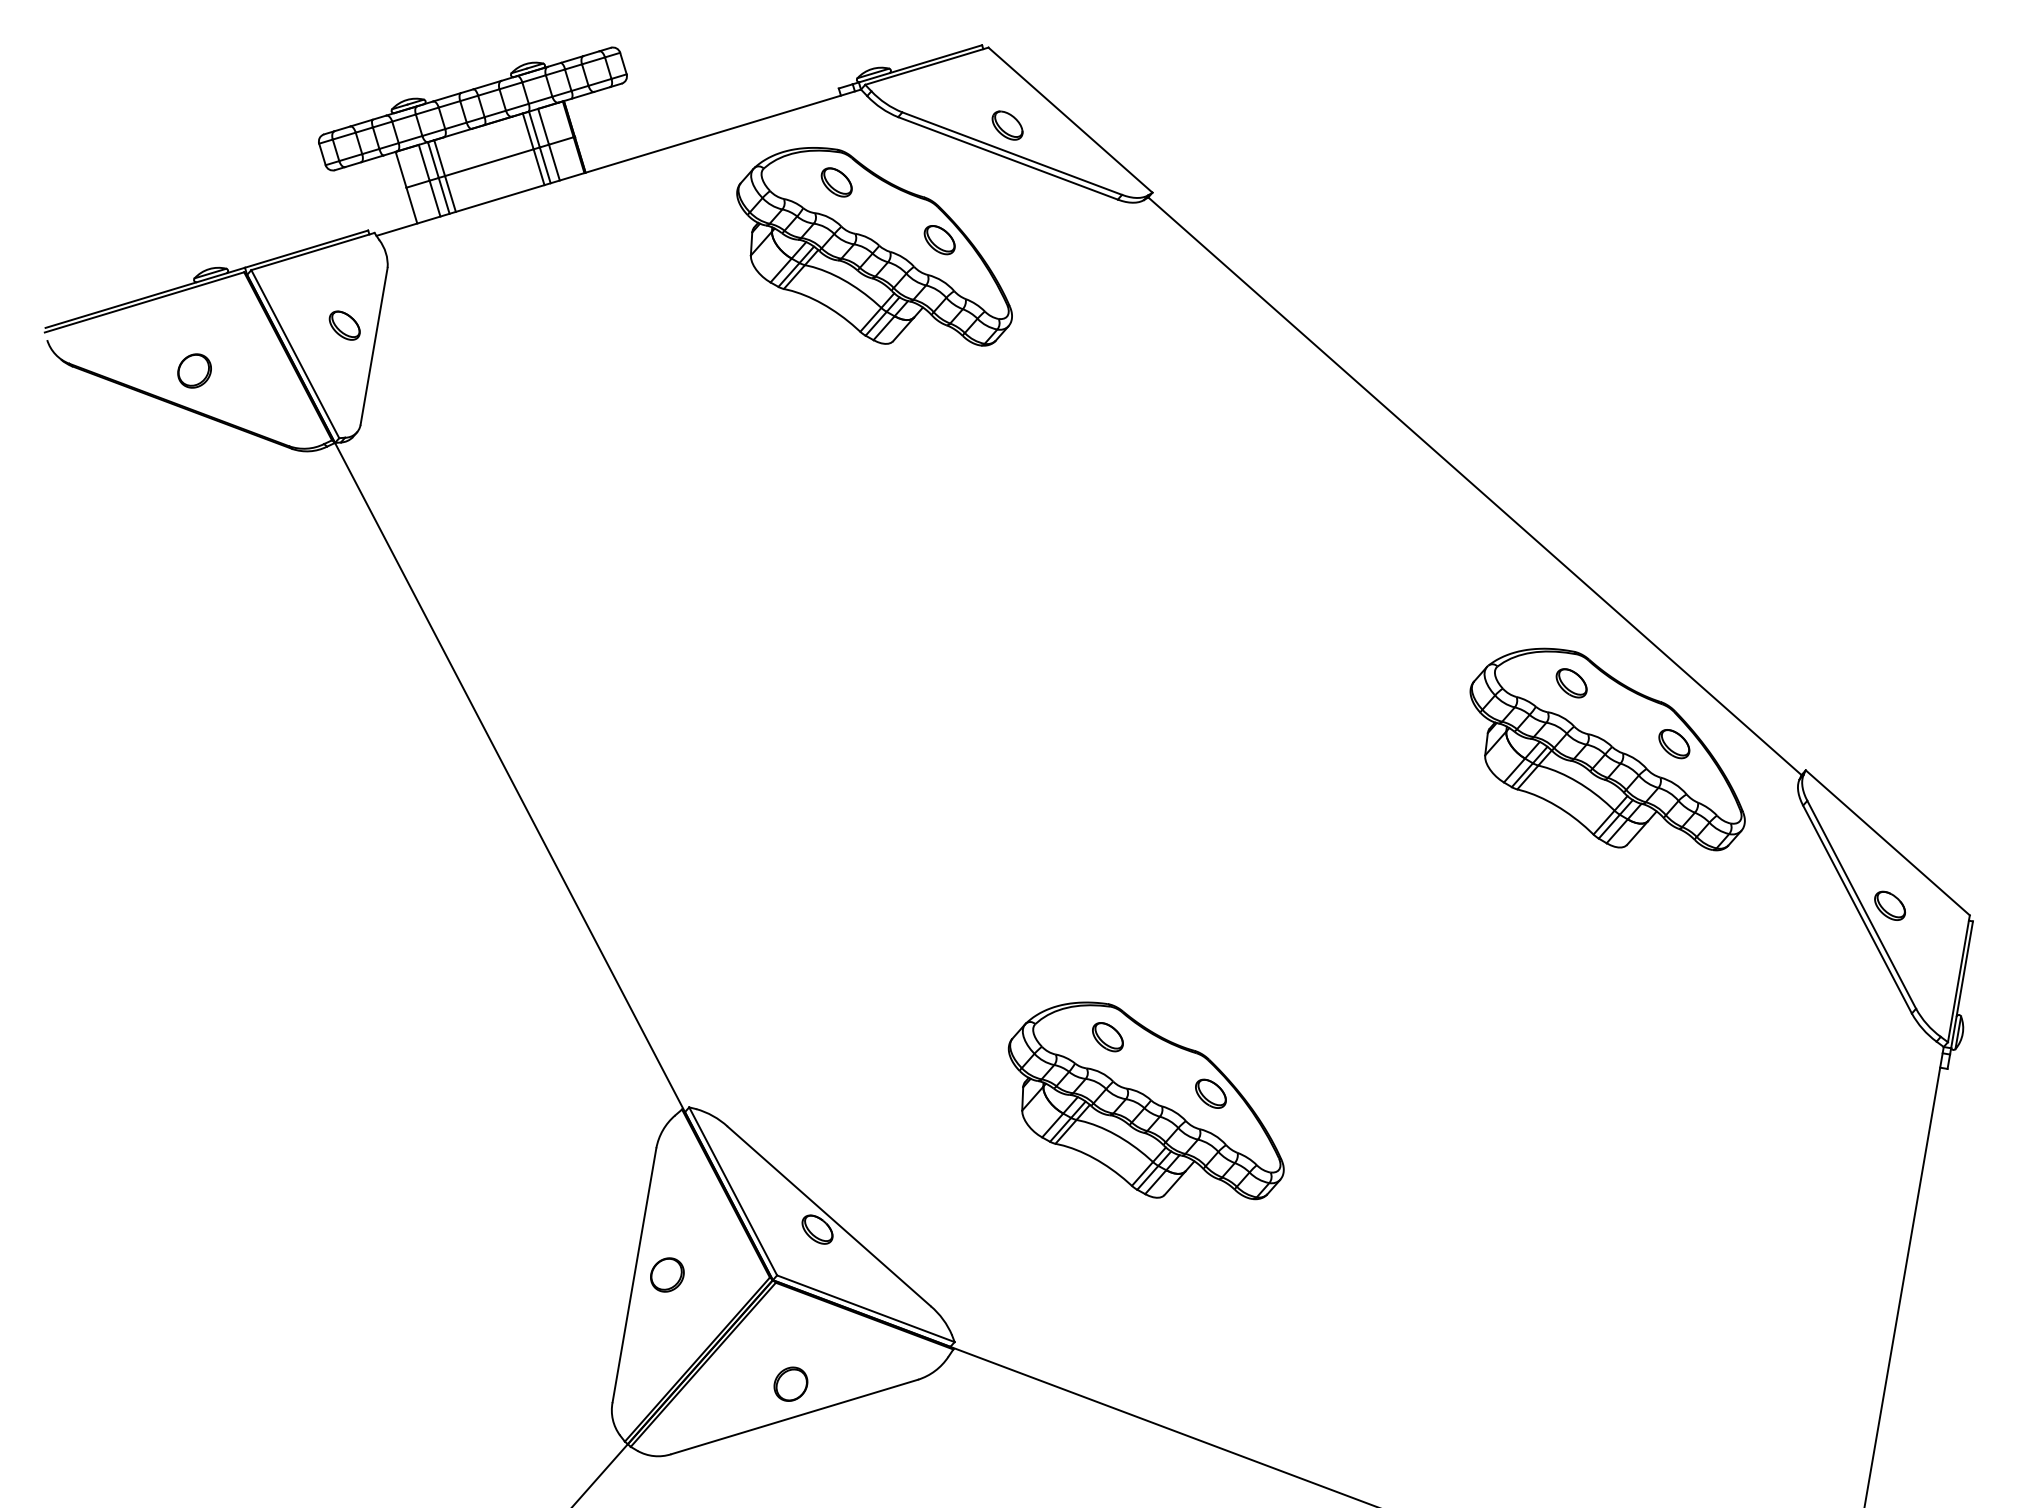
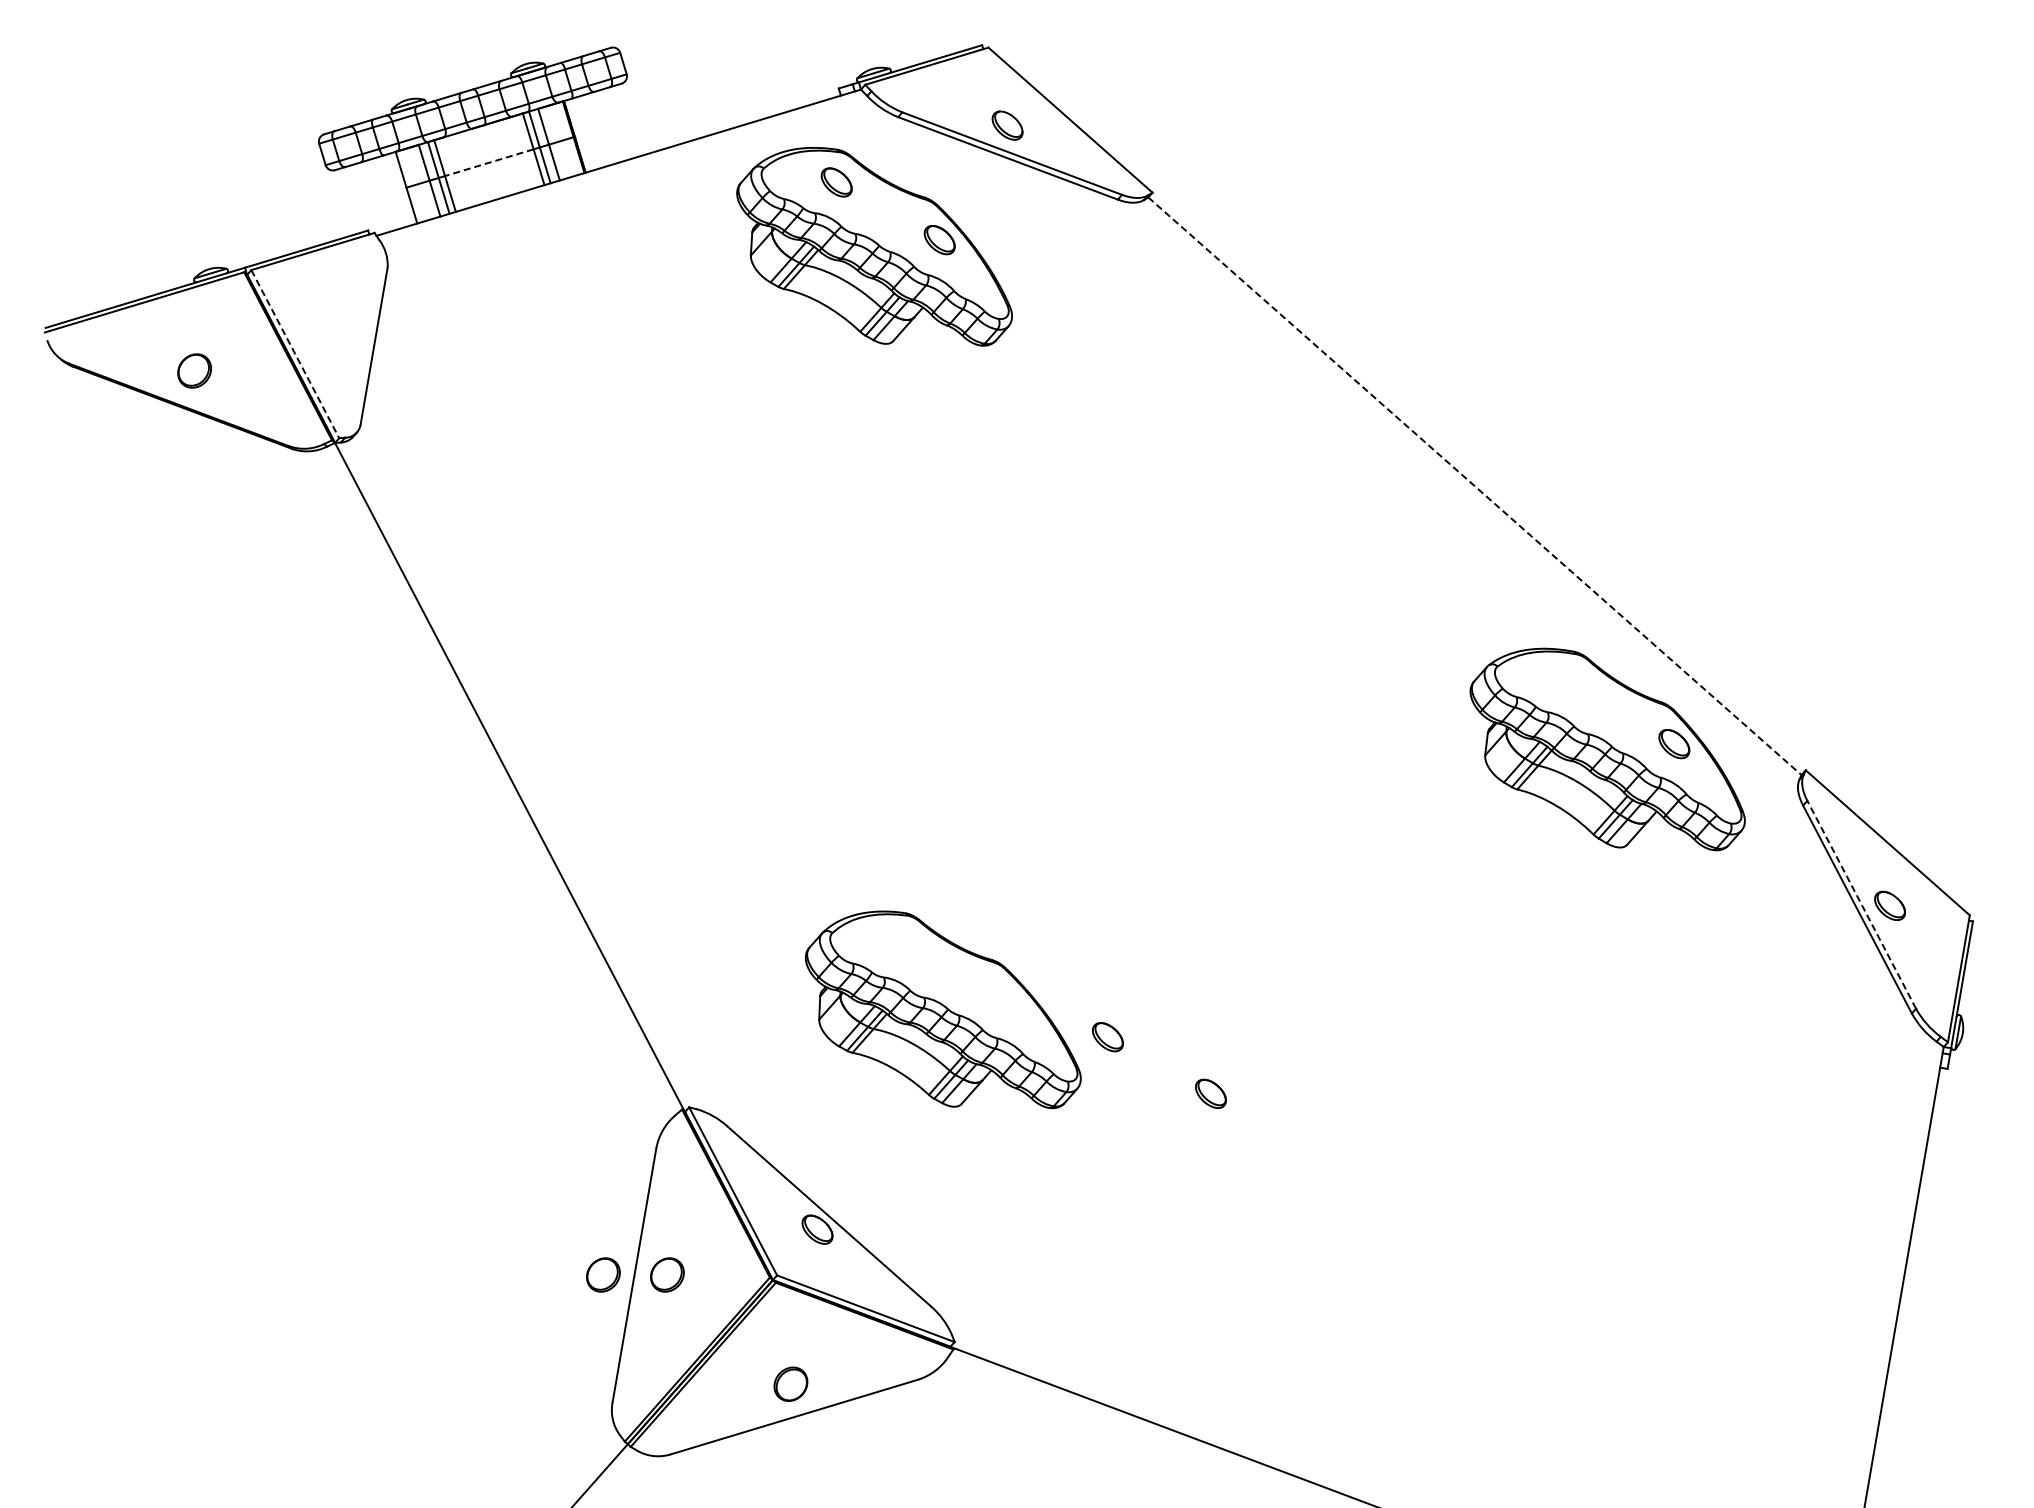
line at (488, 162): solid -> dashed
part at (344, 325): present -> none
line at (295, 354): solid -> dashed
line at (1474, 486): solid -> dashed
part at (1571, 683): present -> none
line at (1861, 904): solid -> dashed
part at (1145, 1100) position: (1145, 1100) -> (942, 1009)
part at (603, 1274): none -> present
